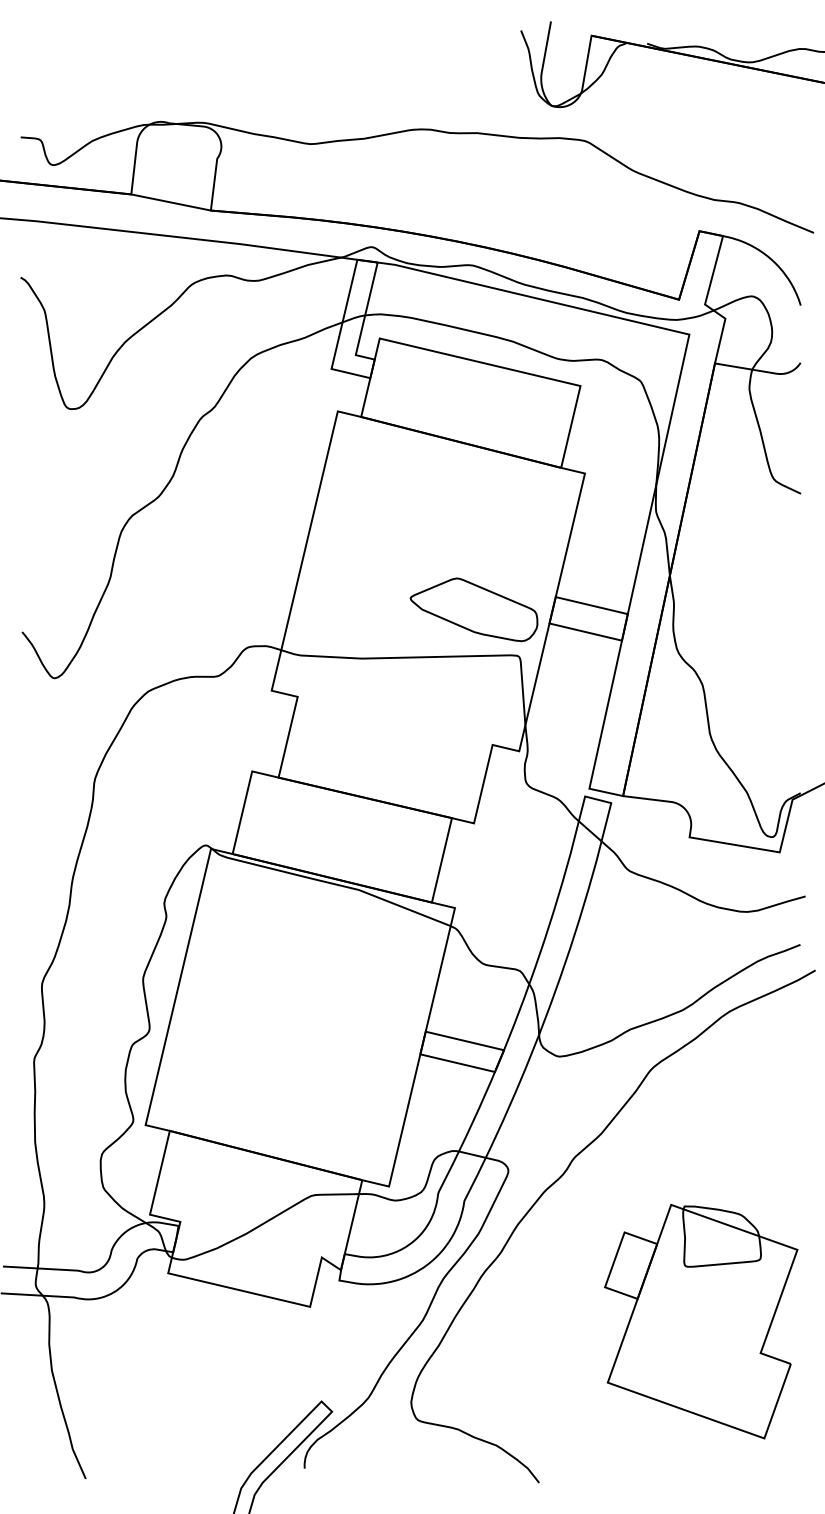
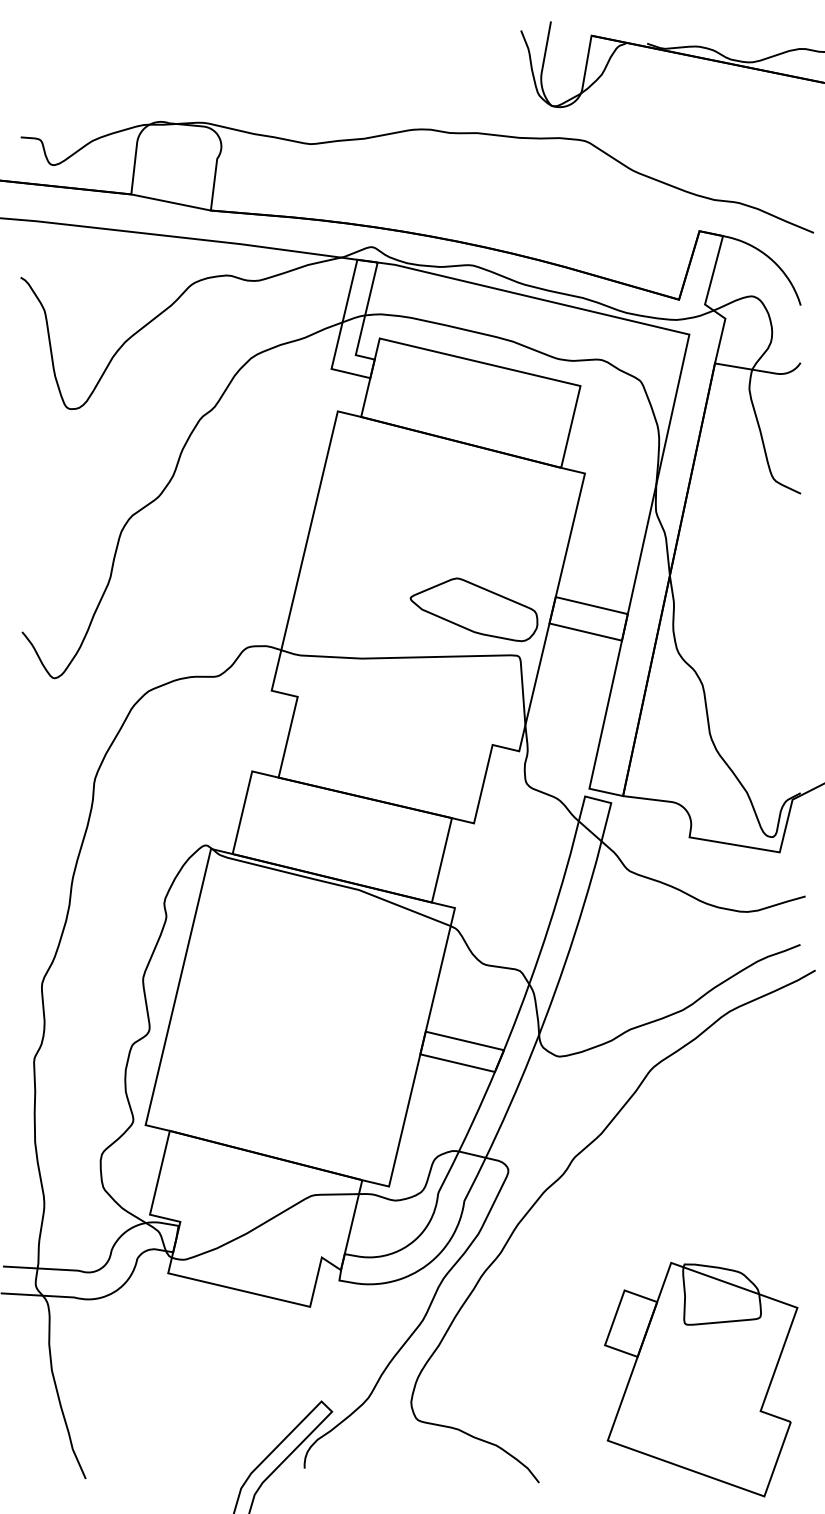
part at (701, 1321) position: (701, 1321) -> (701, 1379)
